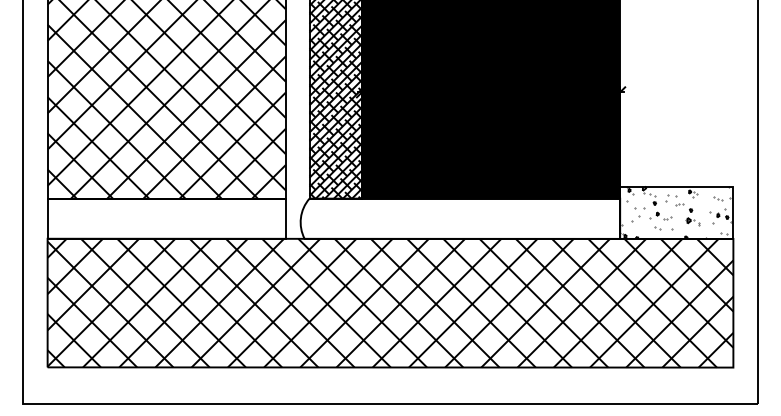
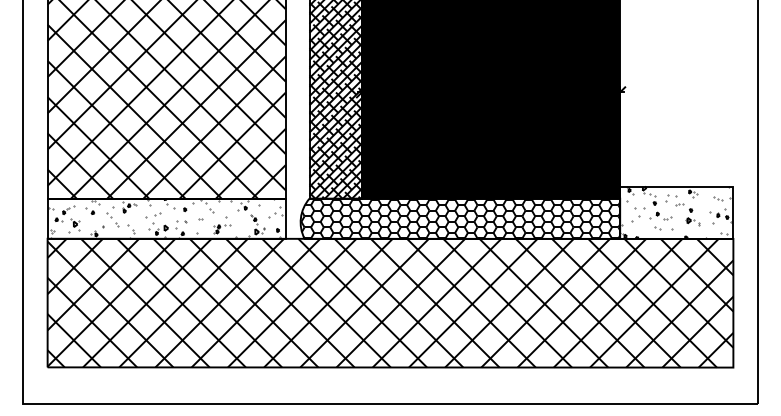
hatch at (165, 218): none -> present
hatch at (460, 218): none -> present
